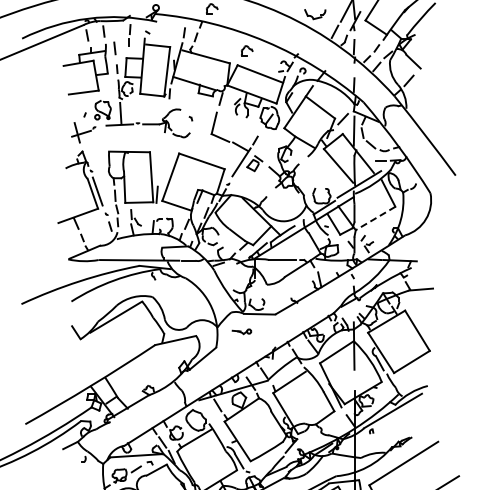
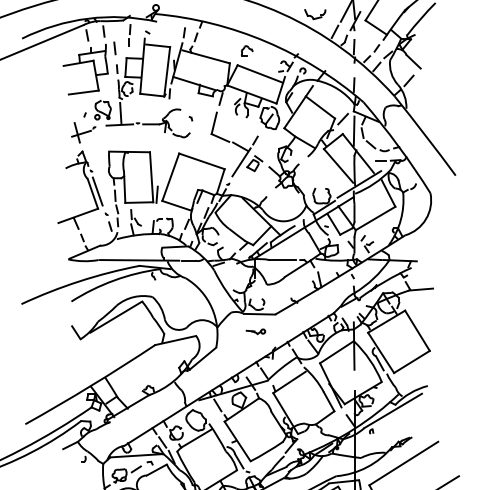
part at (212, 8): present -> none
line at (375, 218): dashed -> solid
part at (241, 331) position: (241, 331) -> (255, 331)
